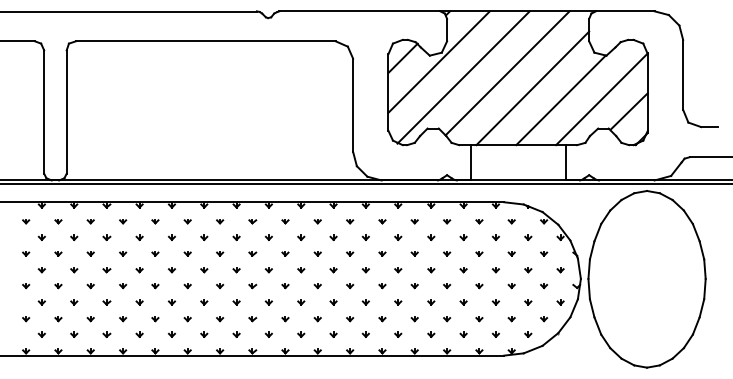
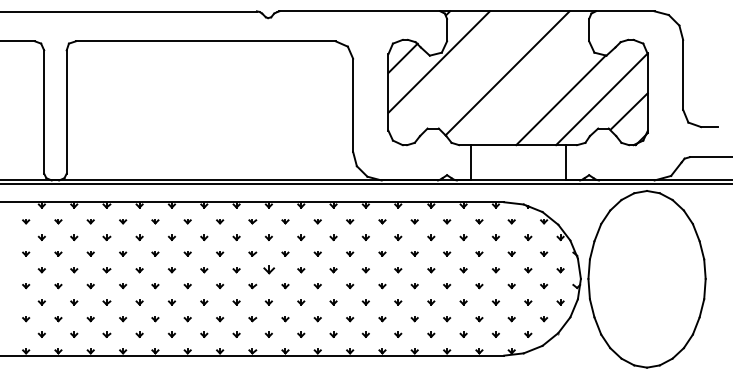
line at (463, 77): present -> none
line at (532, 88): present -> none
part at (268, 270) size: 9x7 px -> 13x10 px
